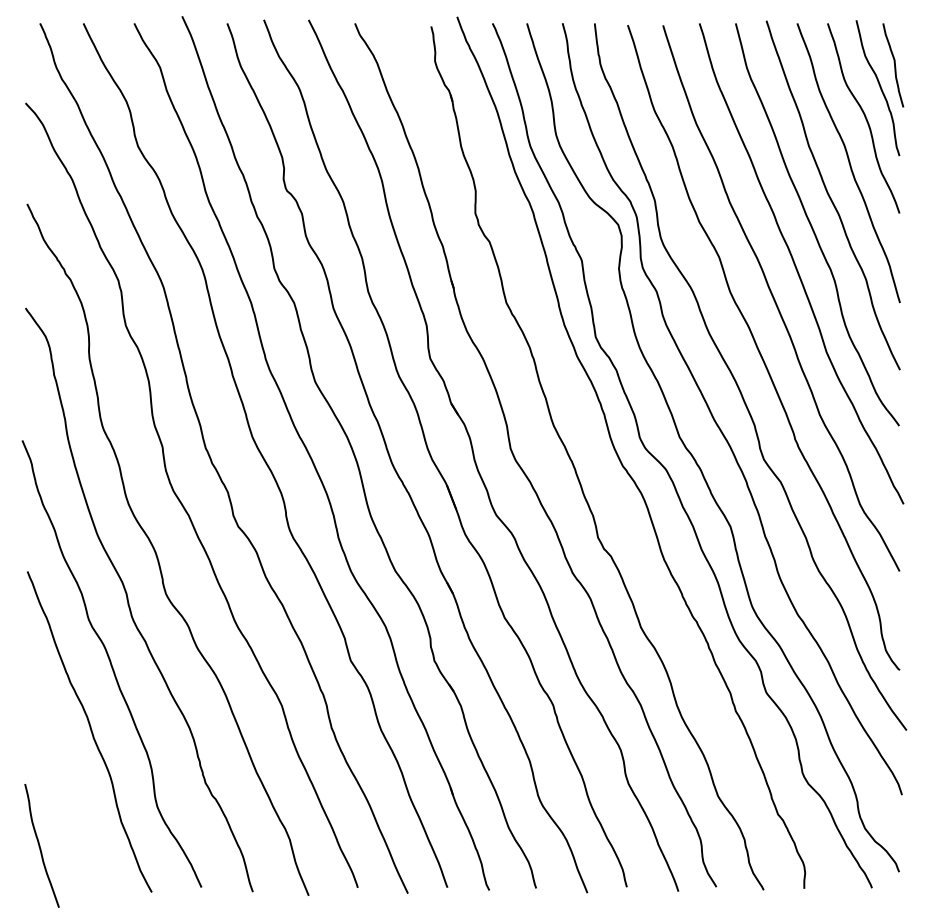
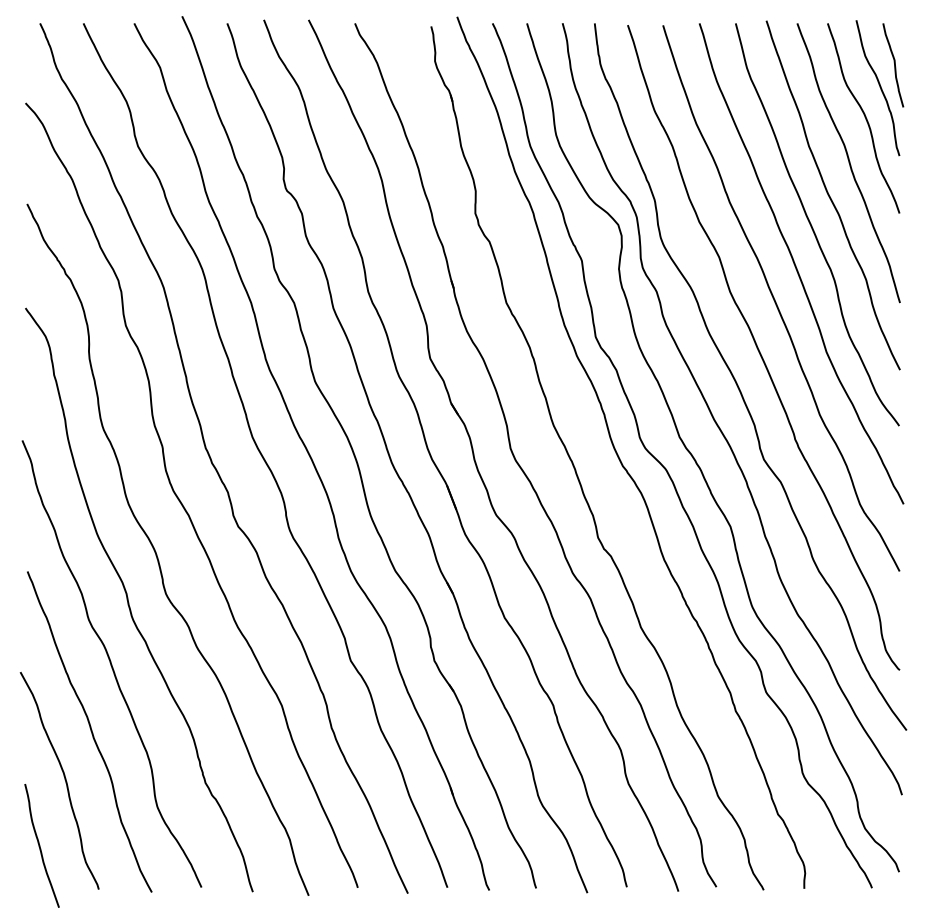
curve at (64, 779): none -> present
